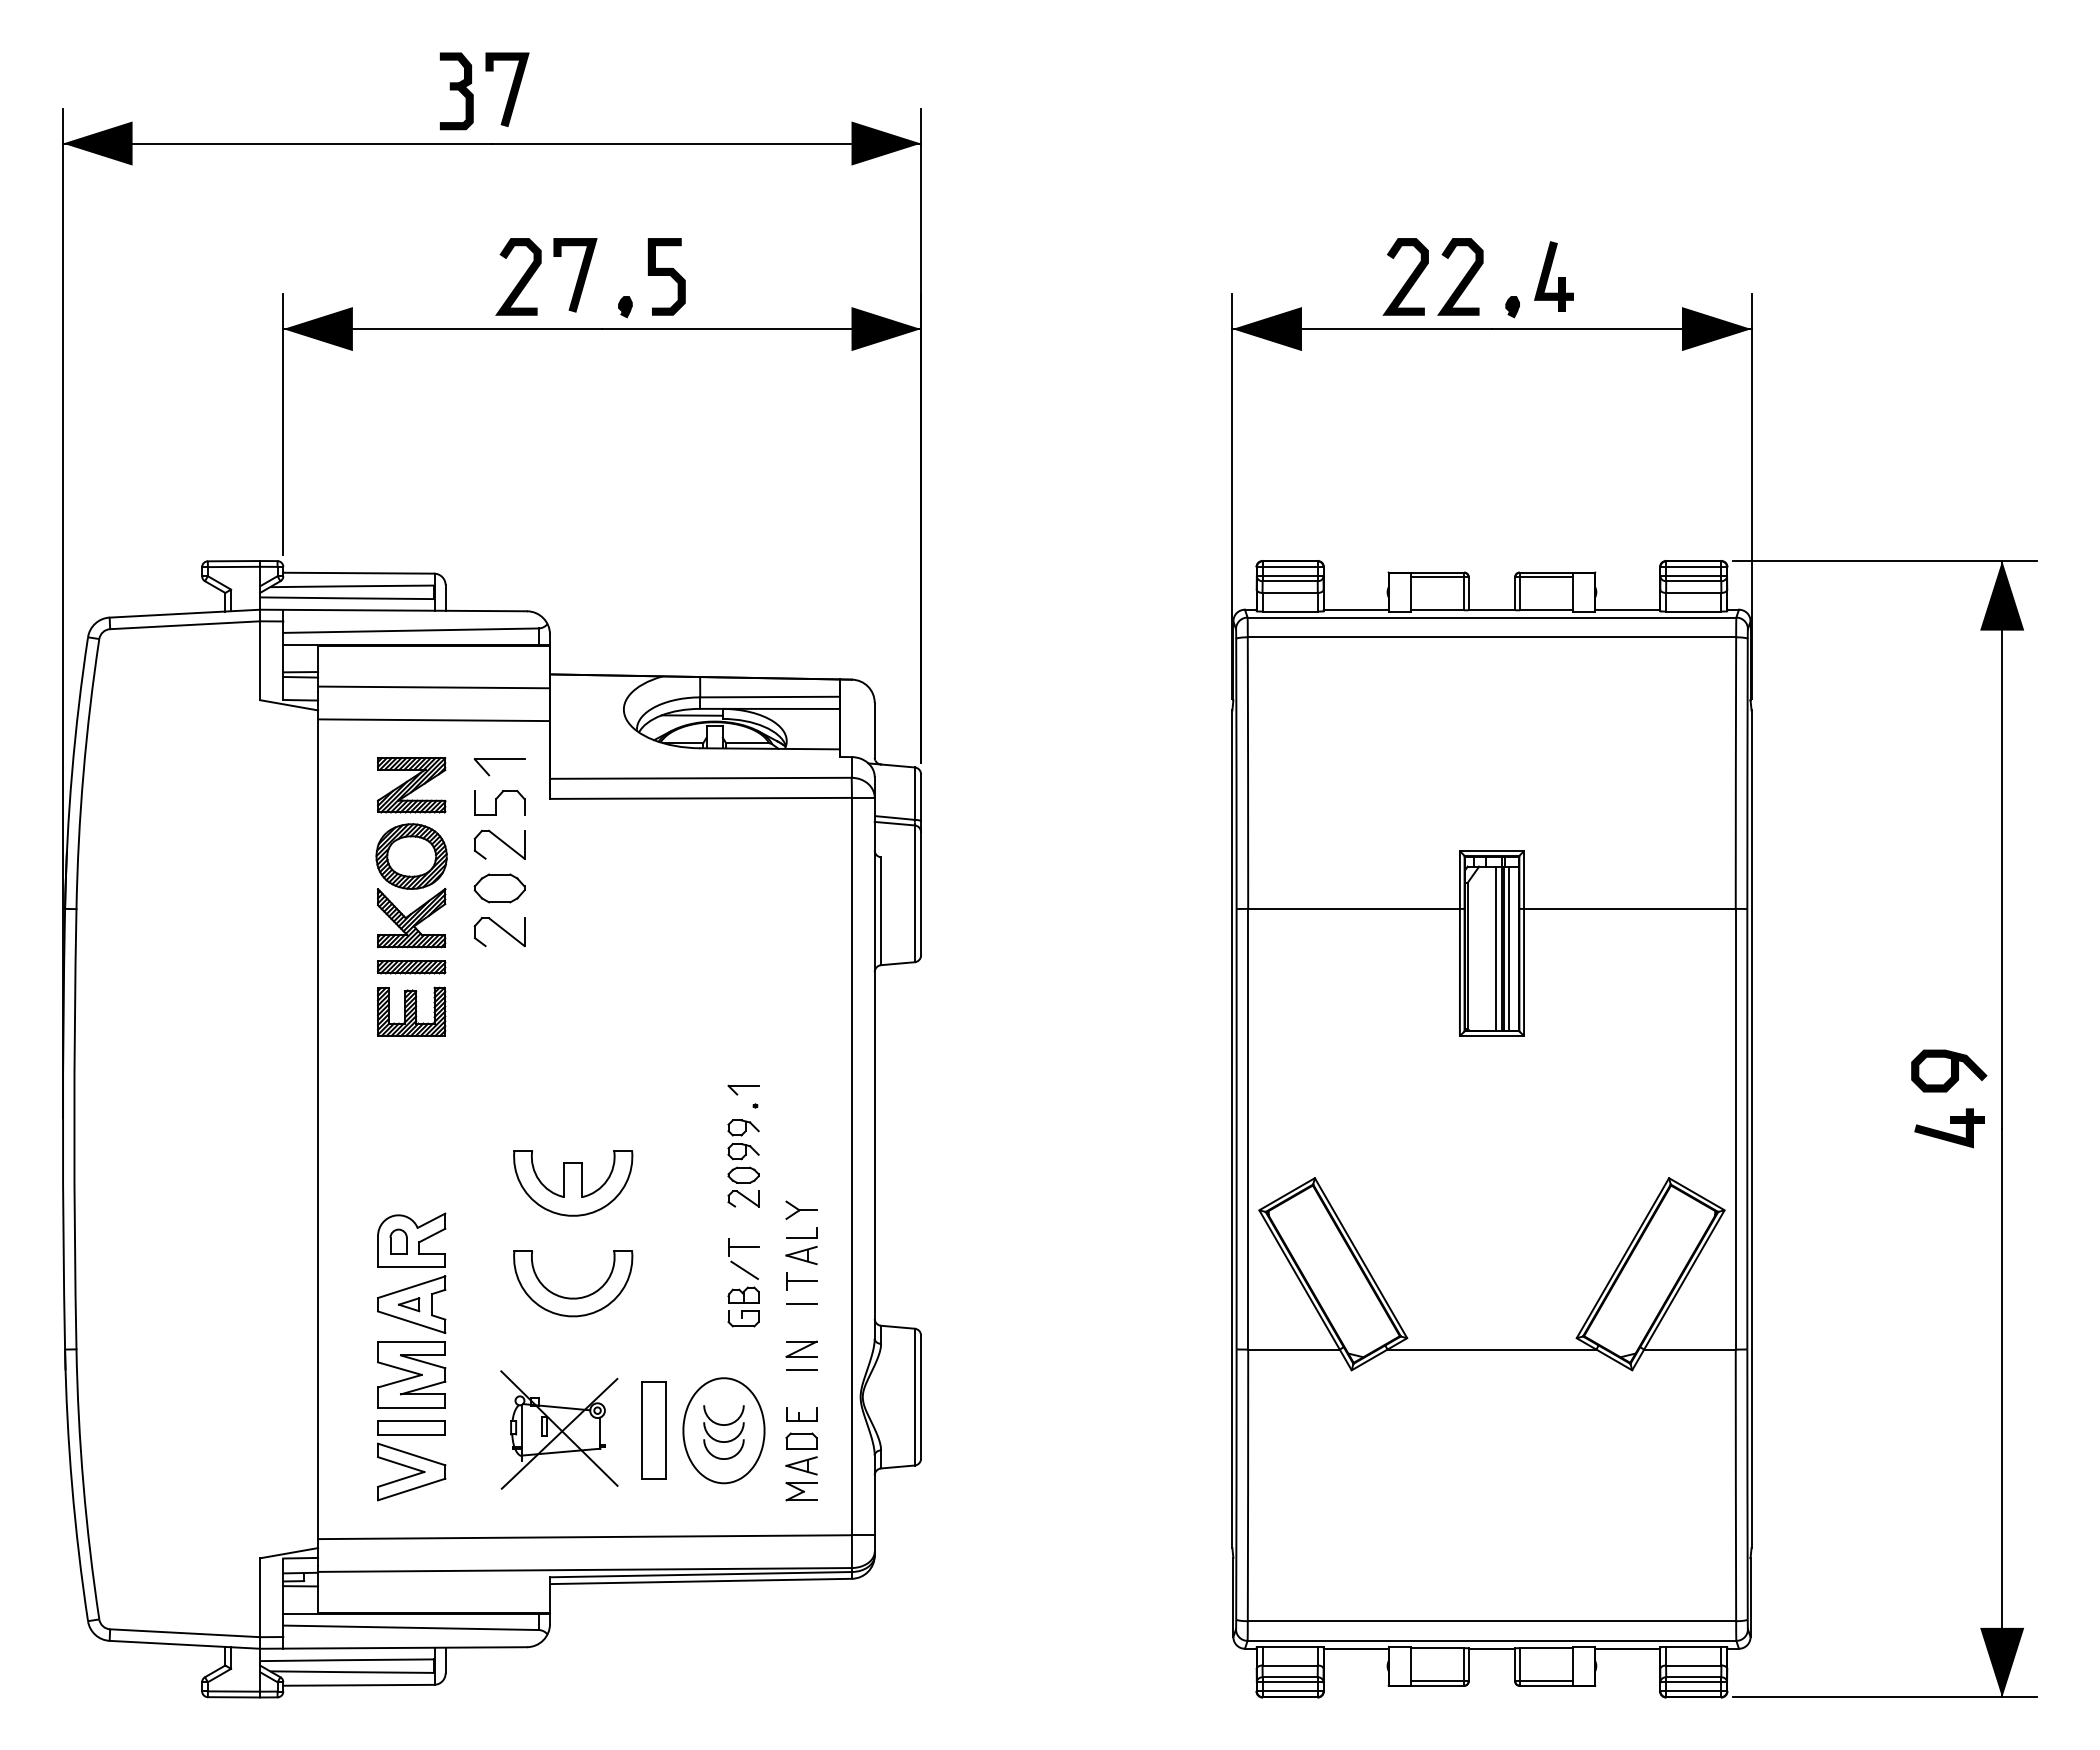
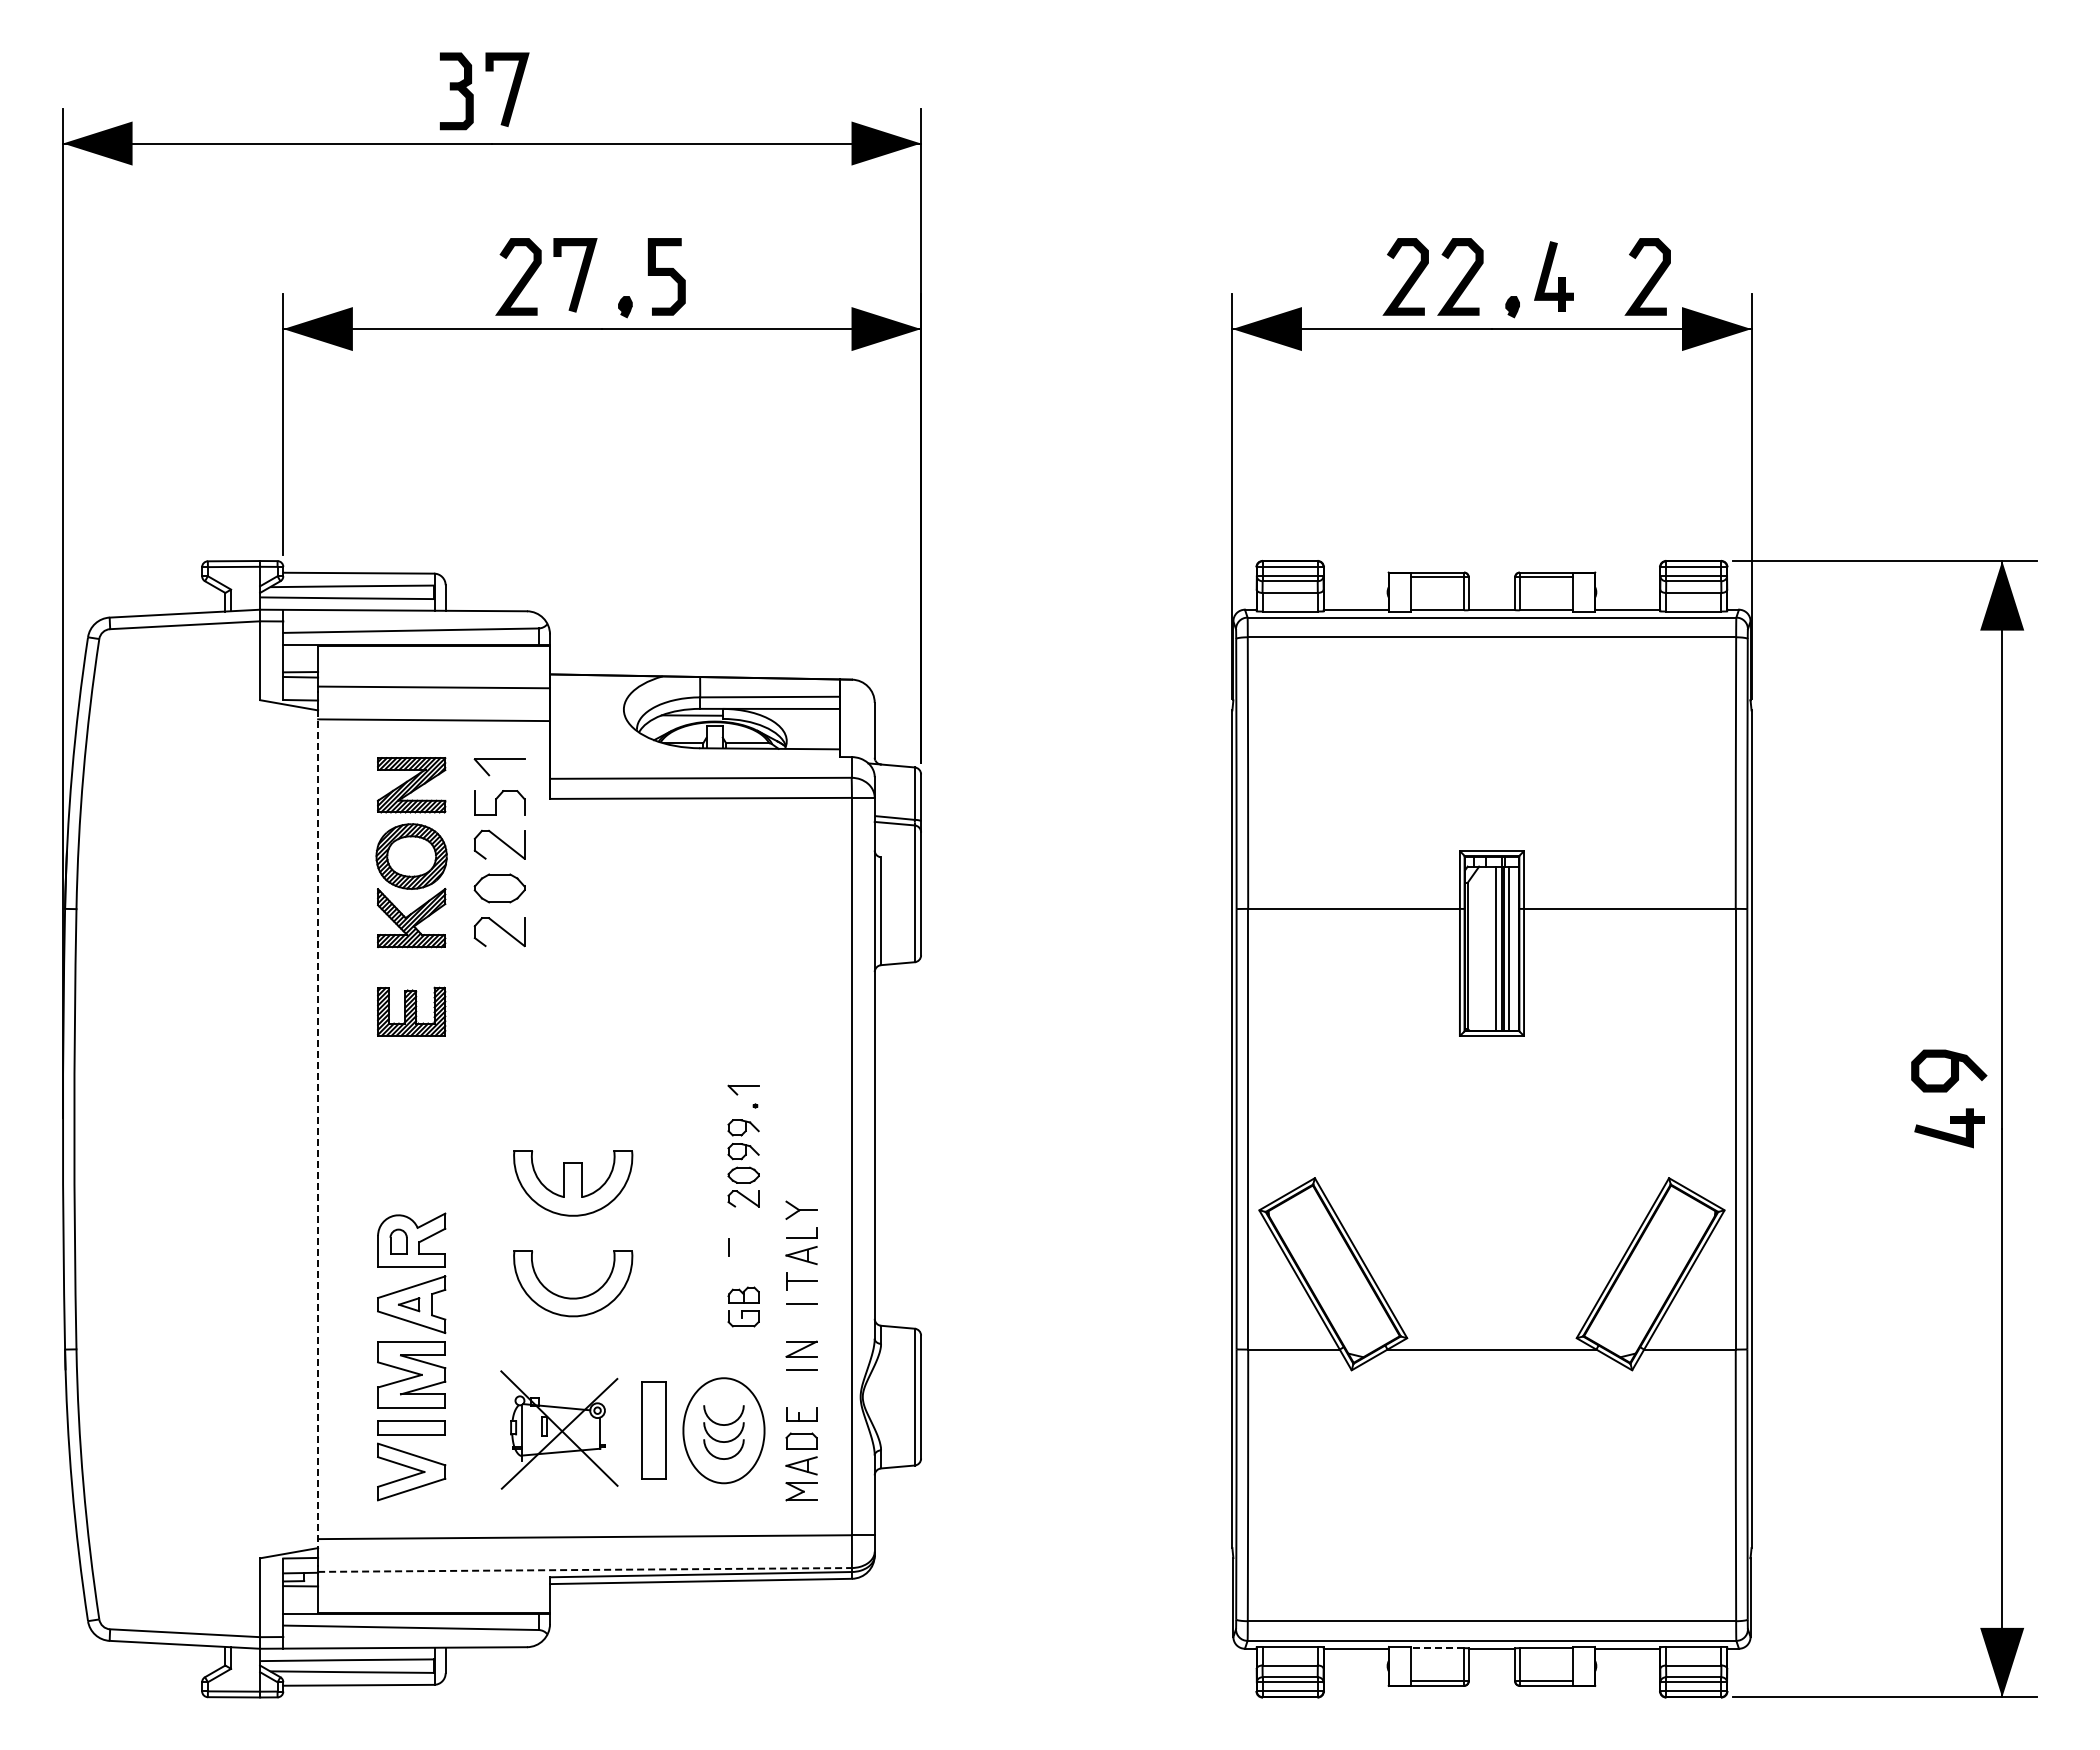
curve at (1650, 278): none -> present
part at (411, 967): present -> none
line at (318, 1129): solid -> dashed
line at (743, 1247): present -> none
line at (744, 1270): present -> none
line at (585, 1569): solid -> dashed
line at (1437, 1648): solid -> dashed
